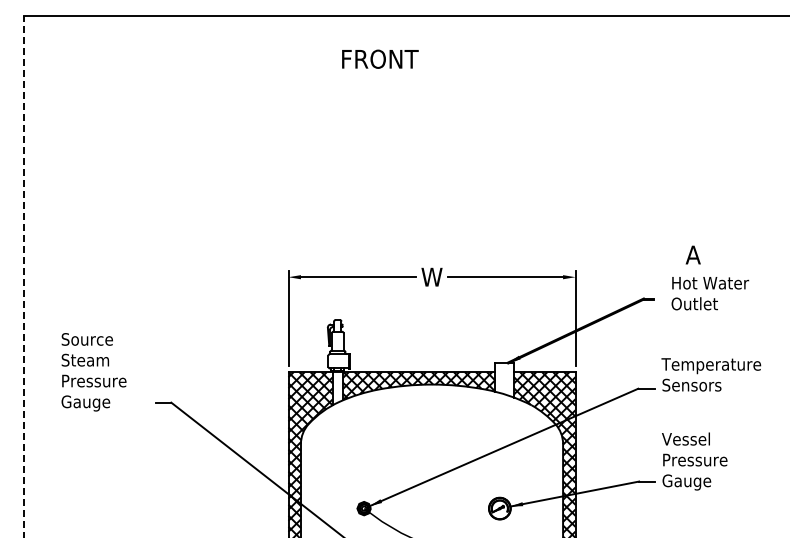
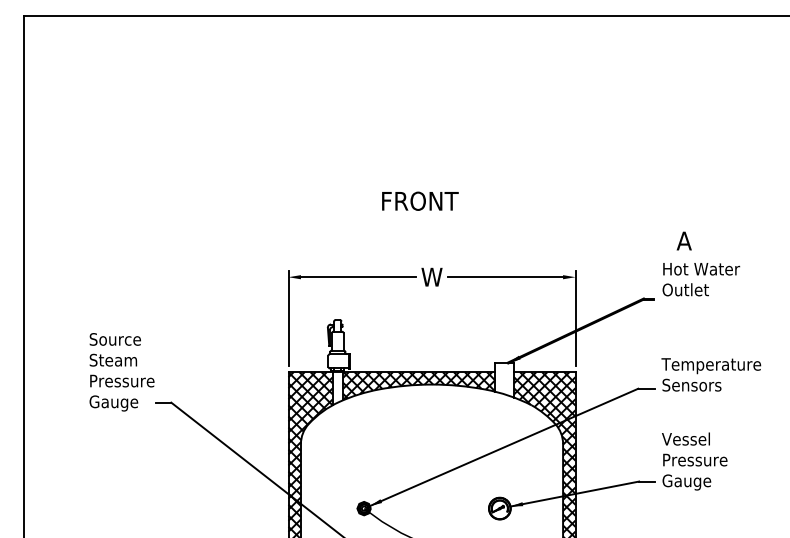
text at (380, 58) position: (380, 58) -> (420, 200)
line at (23, 276): dashed -> solid
text at (710, 277) position: (710, 277) -> (701, 263)
text at (93, 372) position: (93, 372) -> (121, 372)
